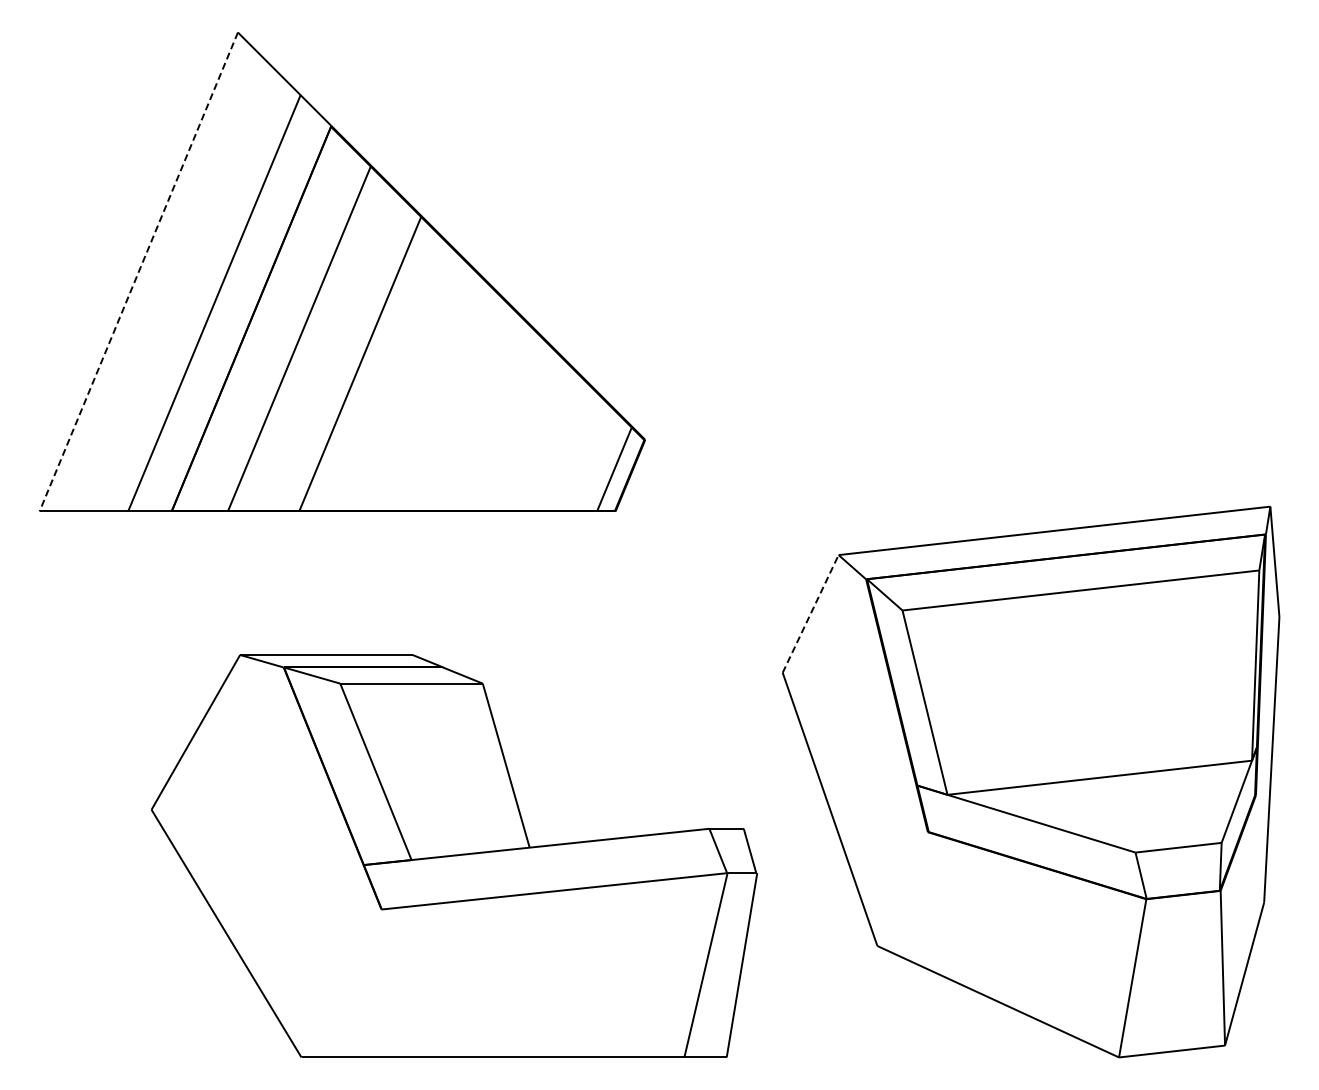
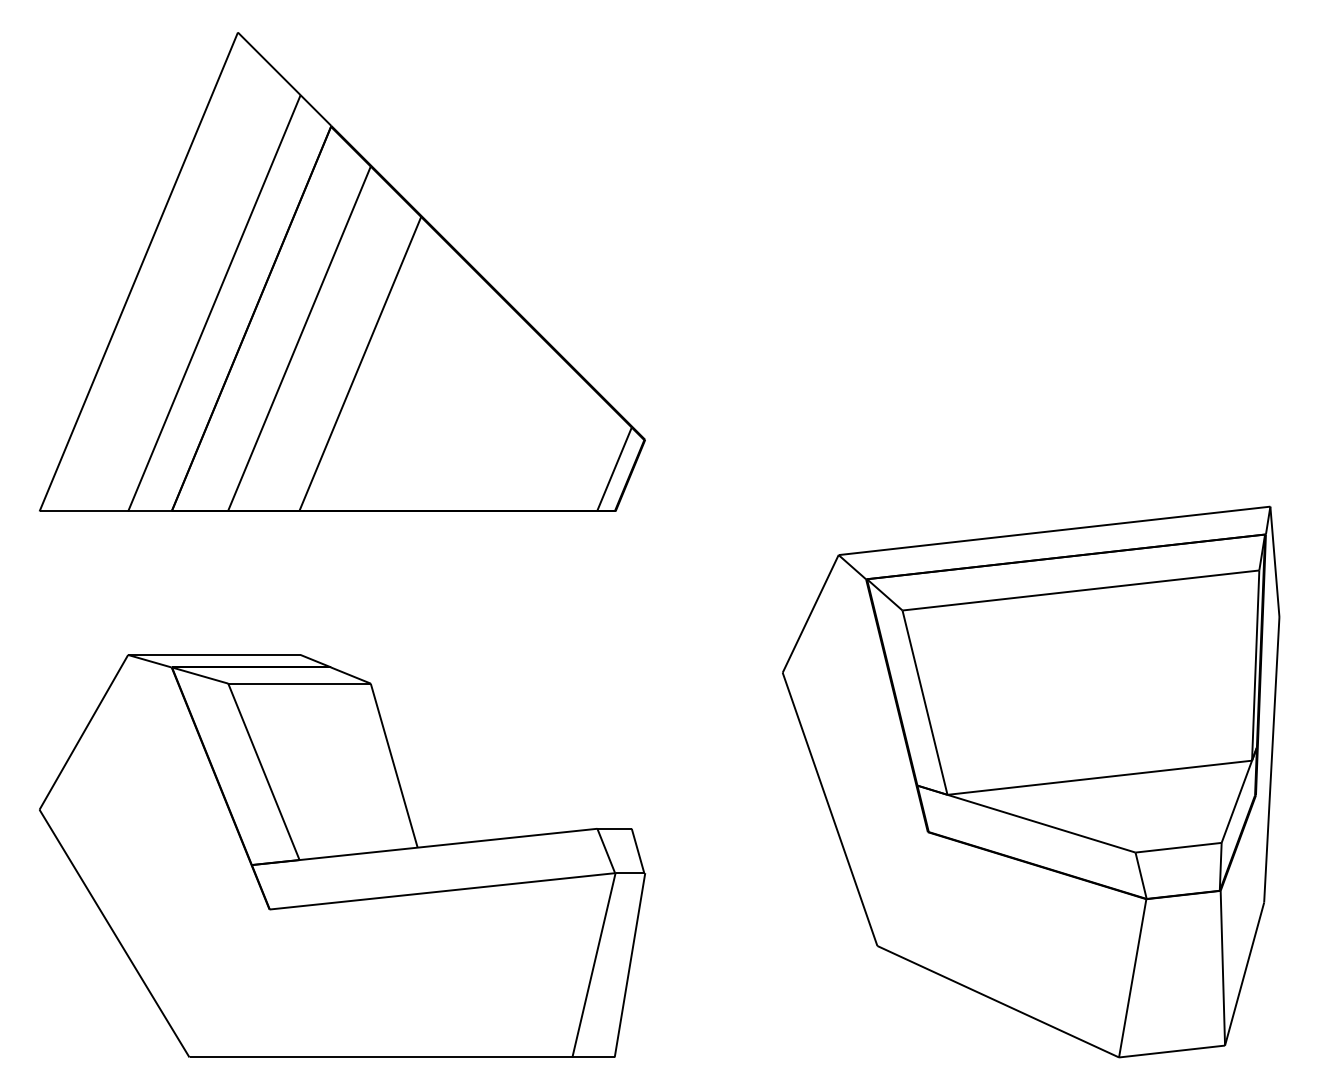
line at (138, 272): dashed -> solid
line at (810, 613): dashed -> solid
part at (454, 855) position: (454, 855) -> (342, 855)
